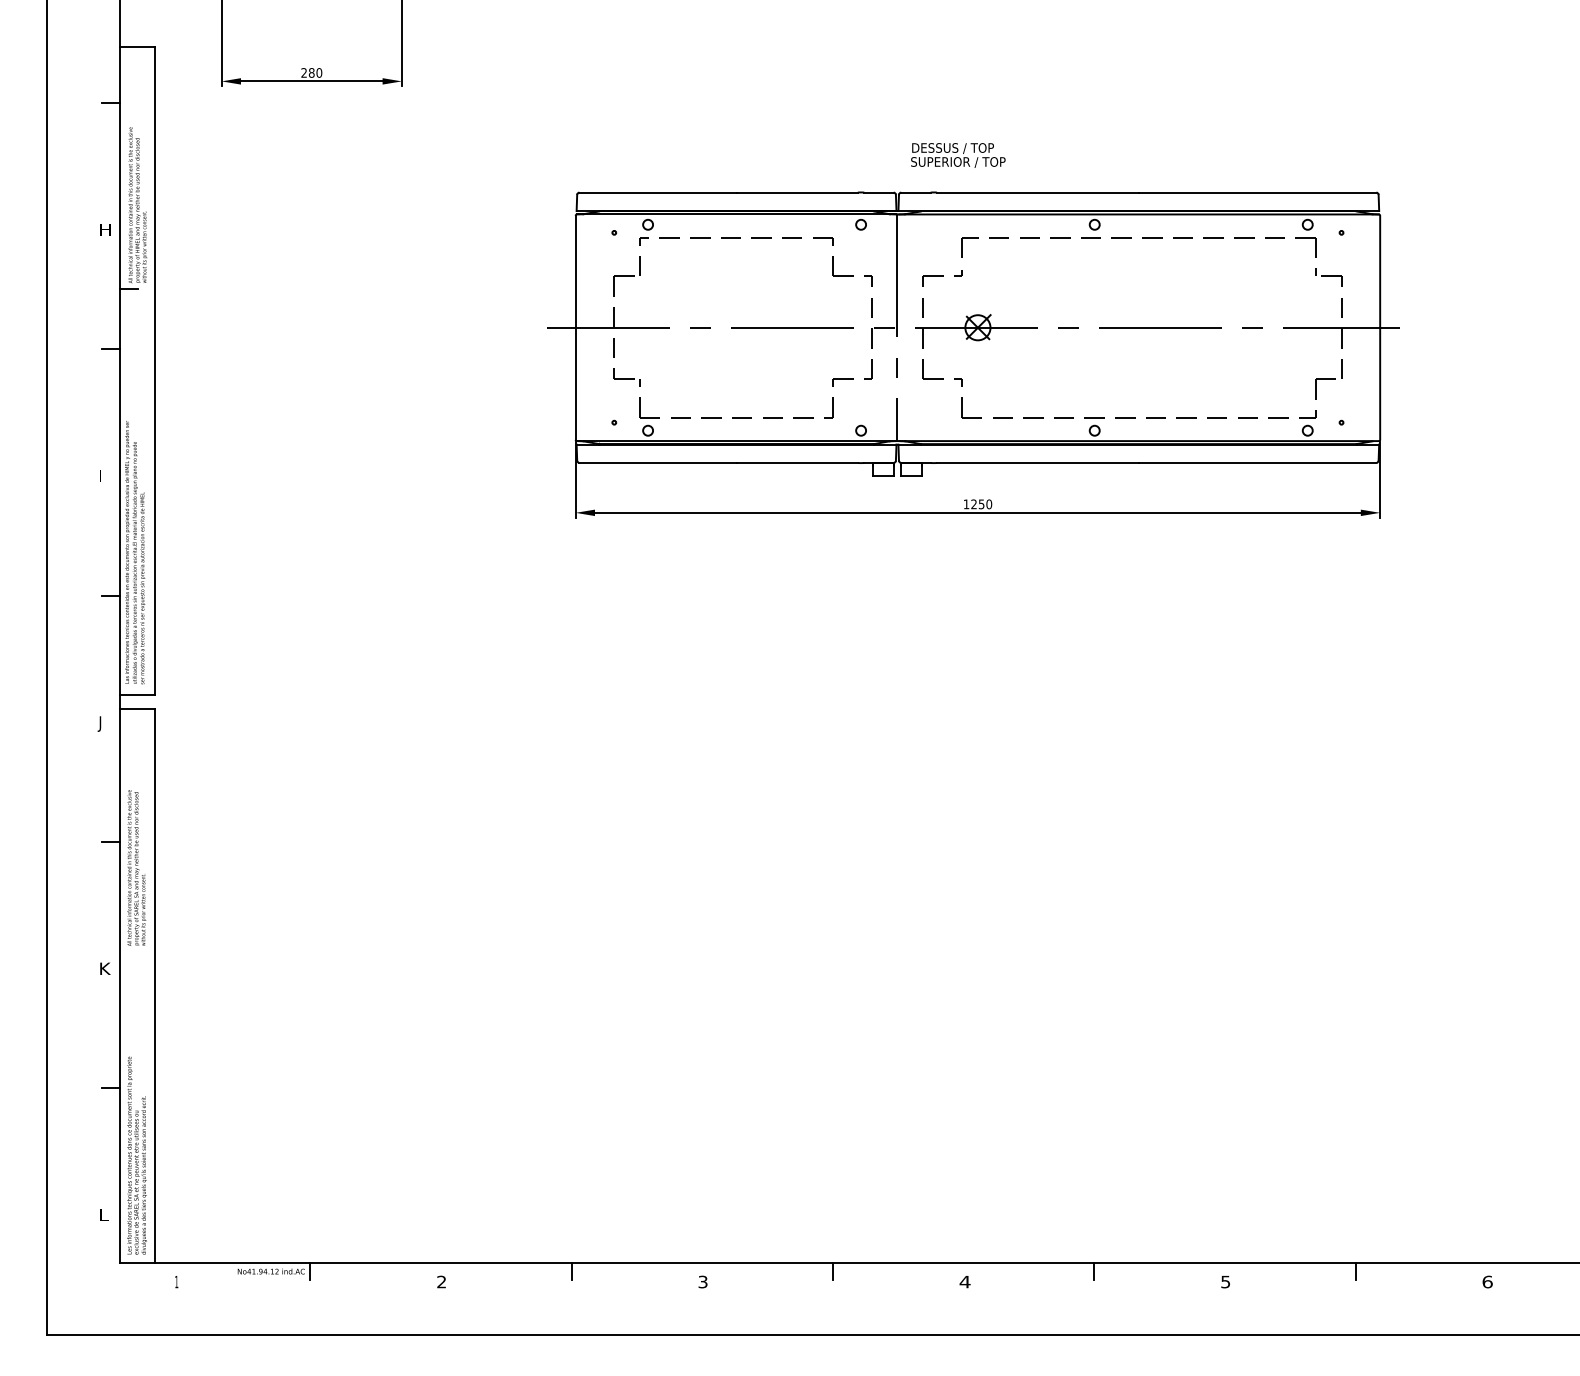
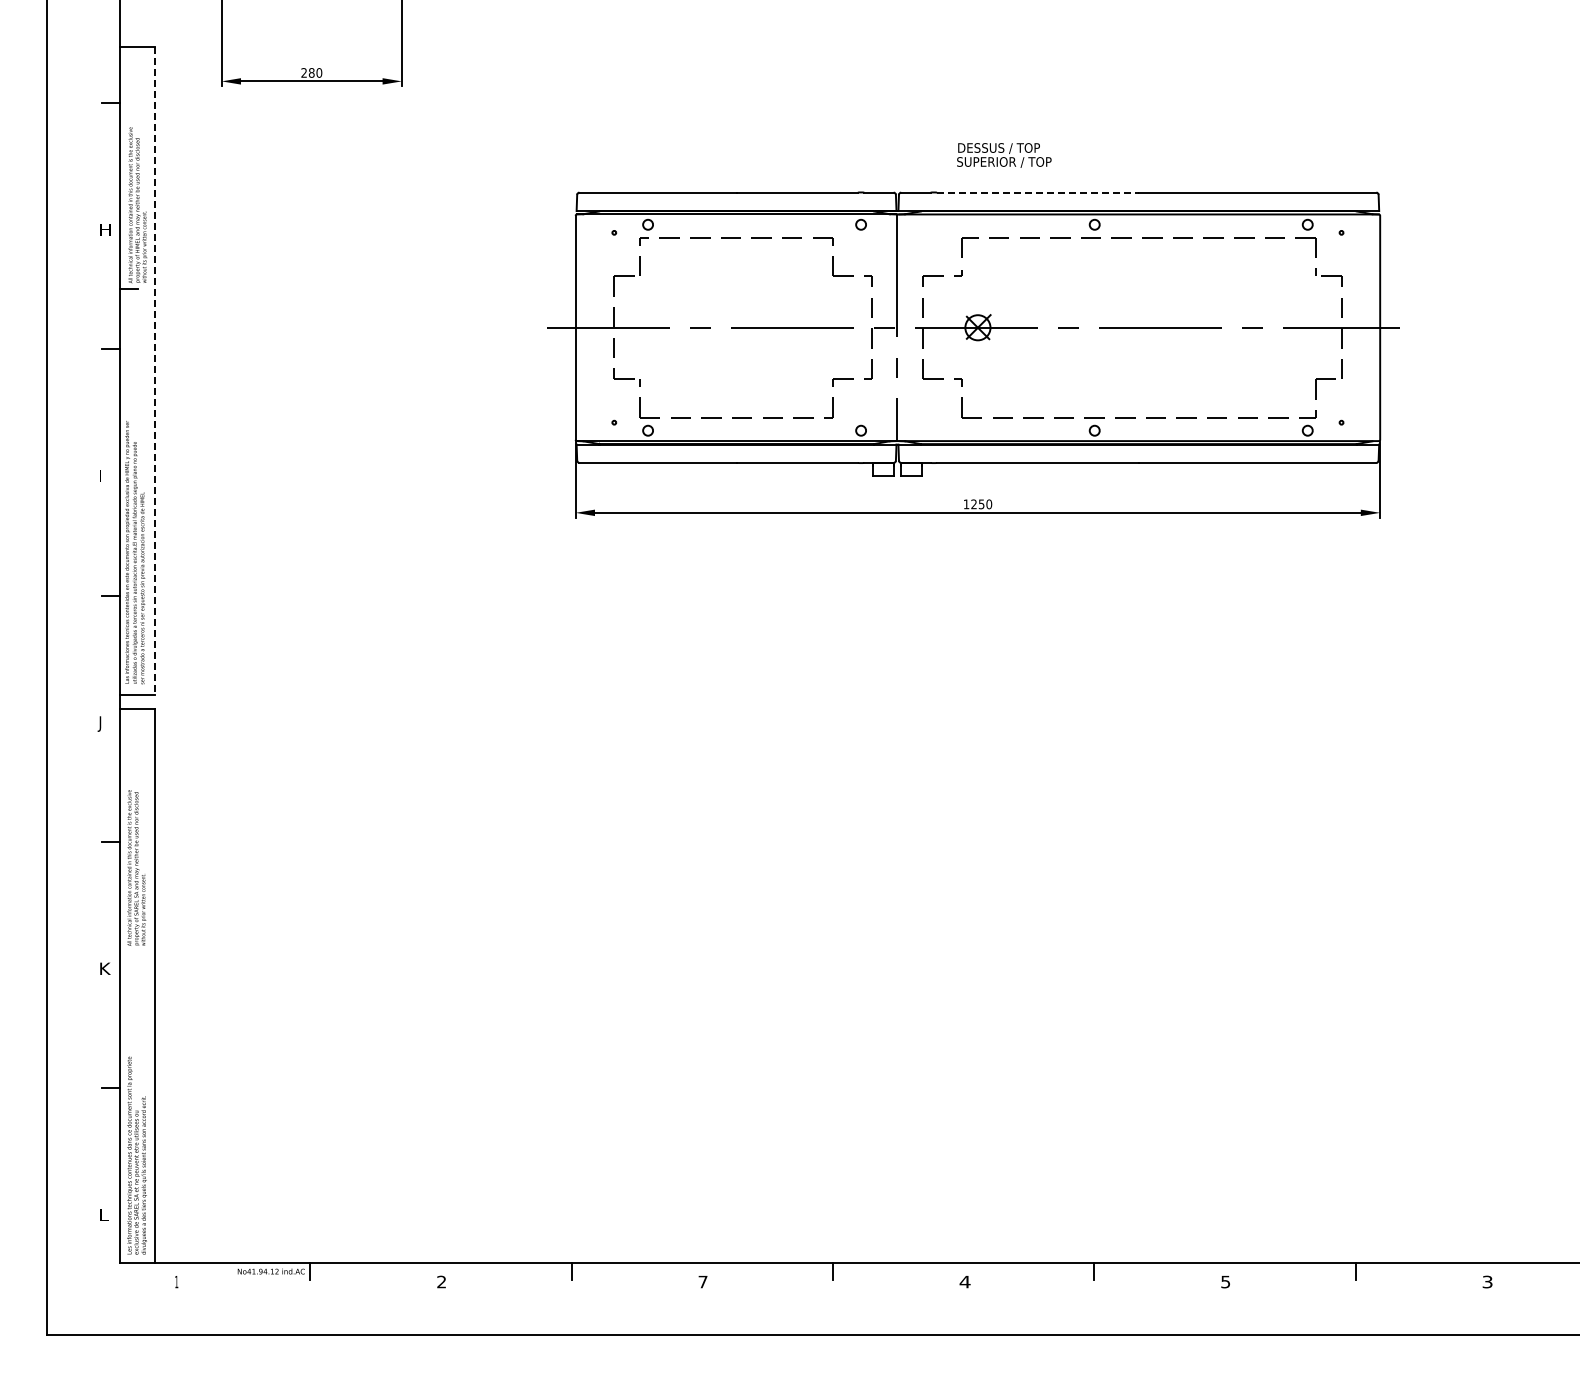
text at (958, 155) position: (958, 155) -> (1004, 155)
line at (1037, 192): solid -> dashed
line at (155, 371): solid -> dashed
text at (702, 1281): 3 -> 7
text at (1487, 1281): 6 -> 3
